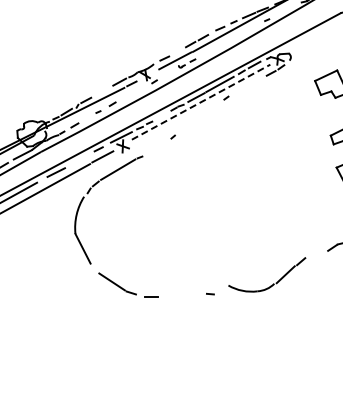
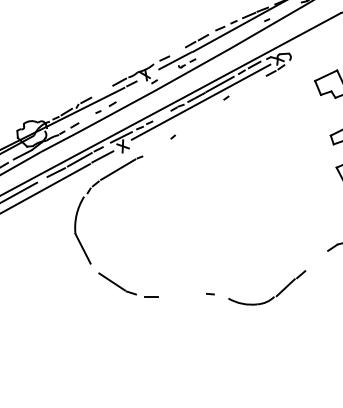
line at (201, 102): dashed -> solid
line at (79, 159): none -> present
part at (273, 283) position: (273, 283) -> (273, 296)
